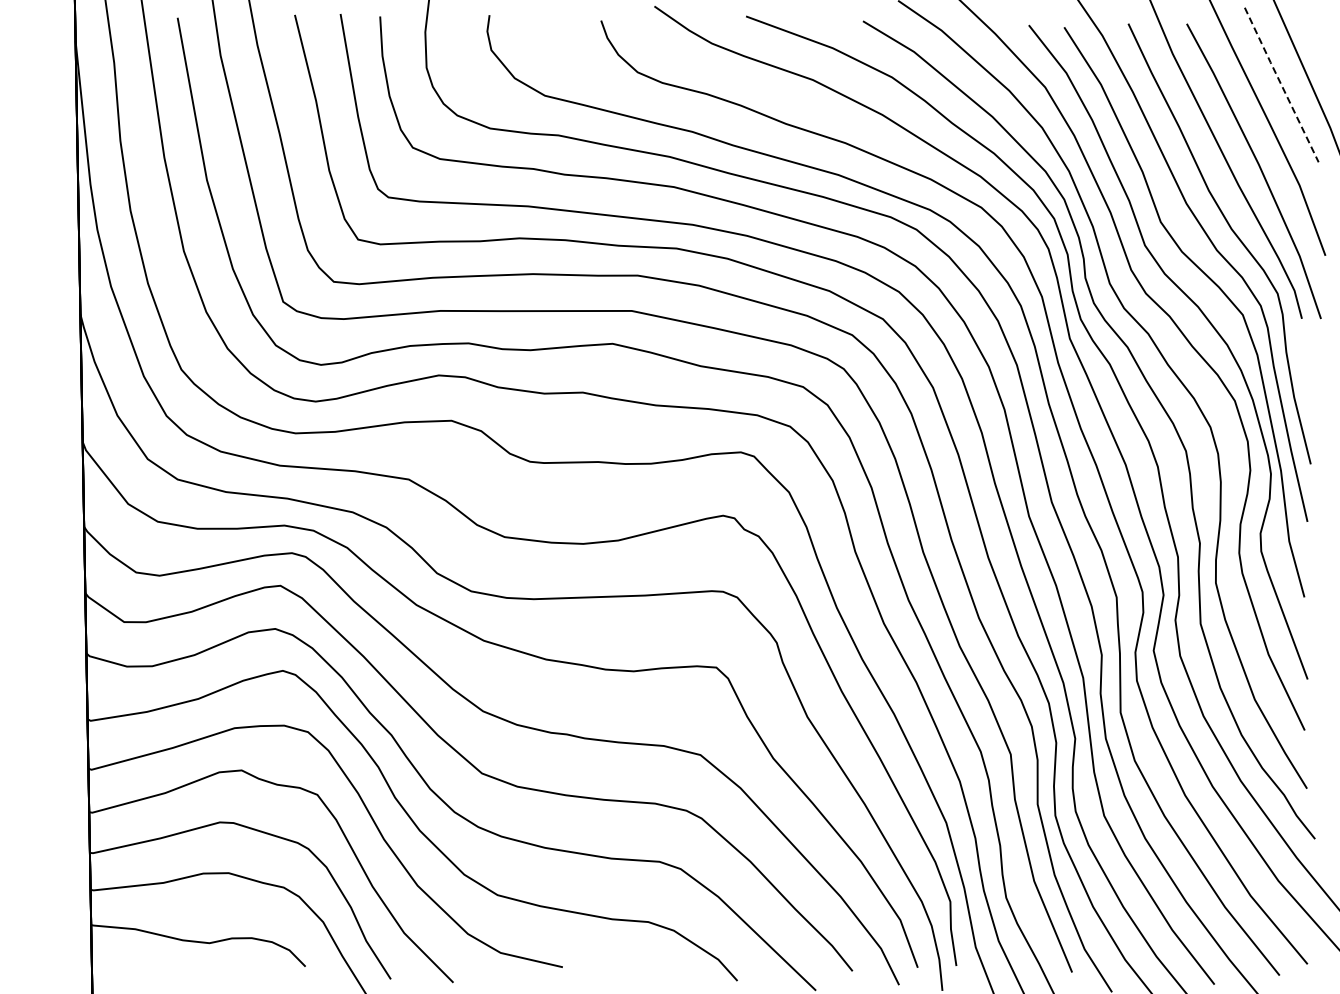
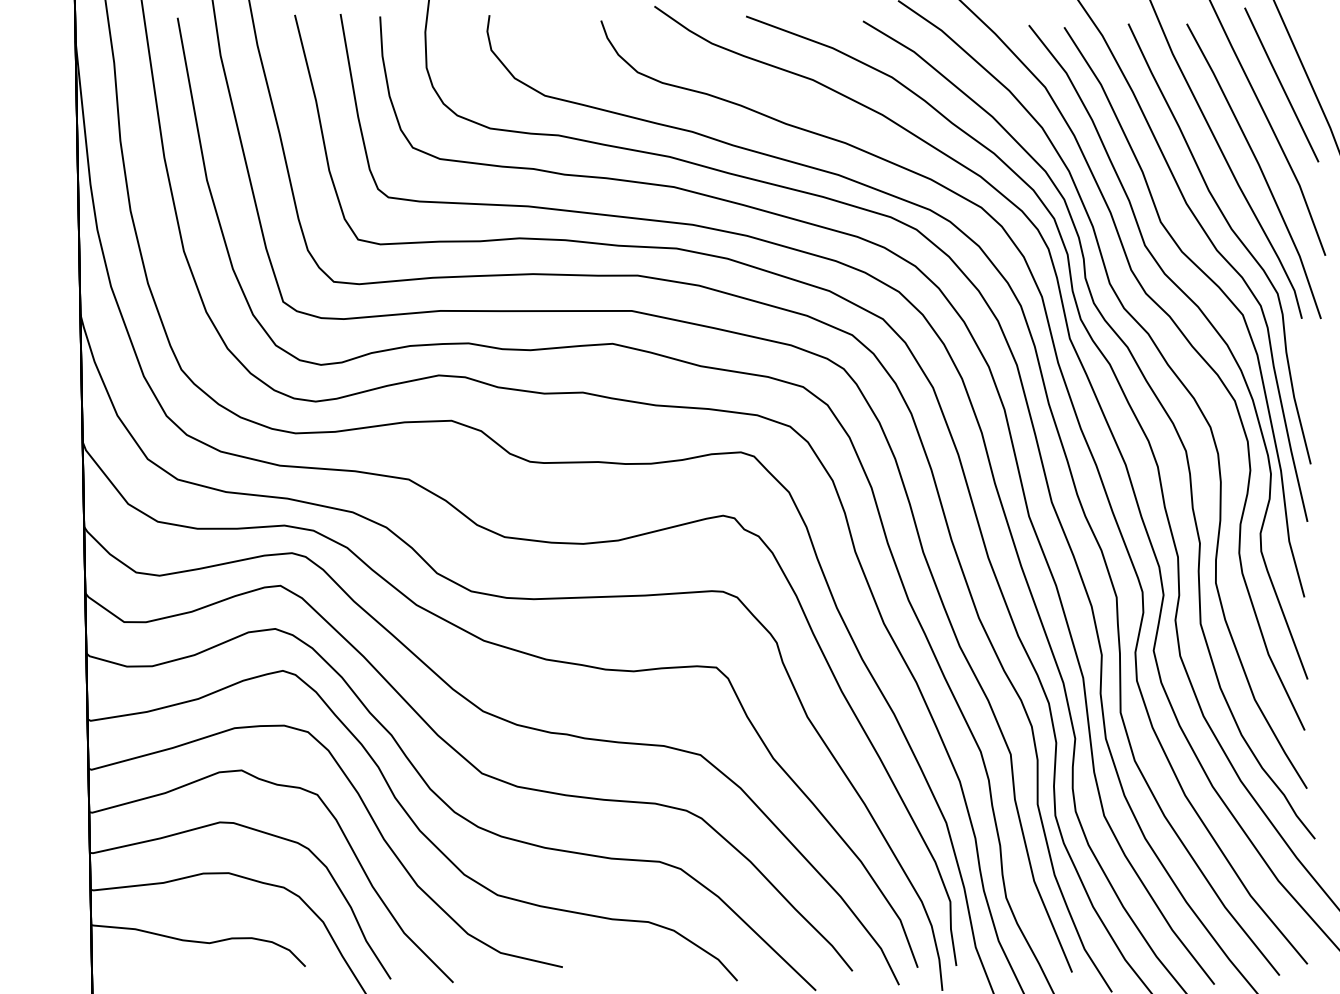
line at (1281, 85): dashed -> solid
